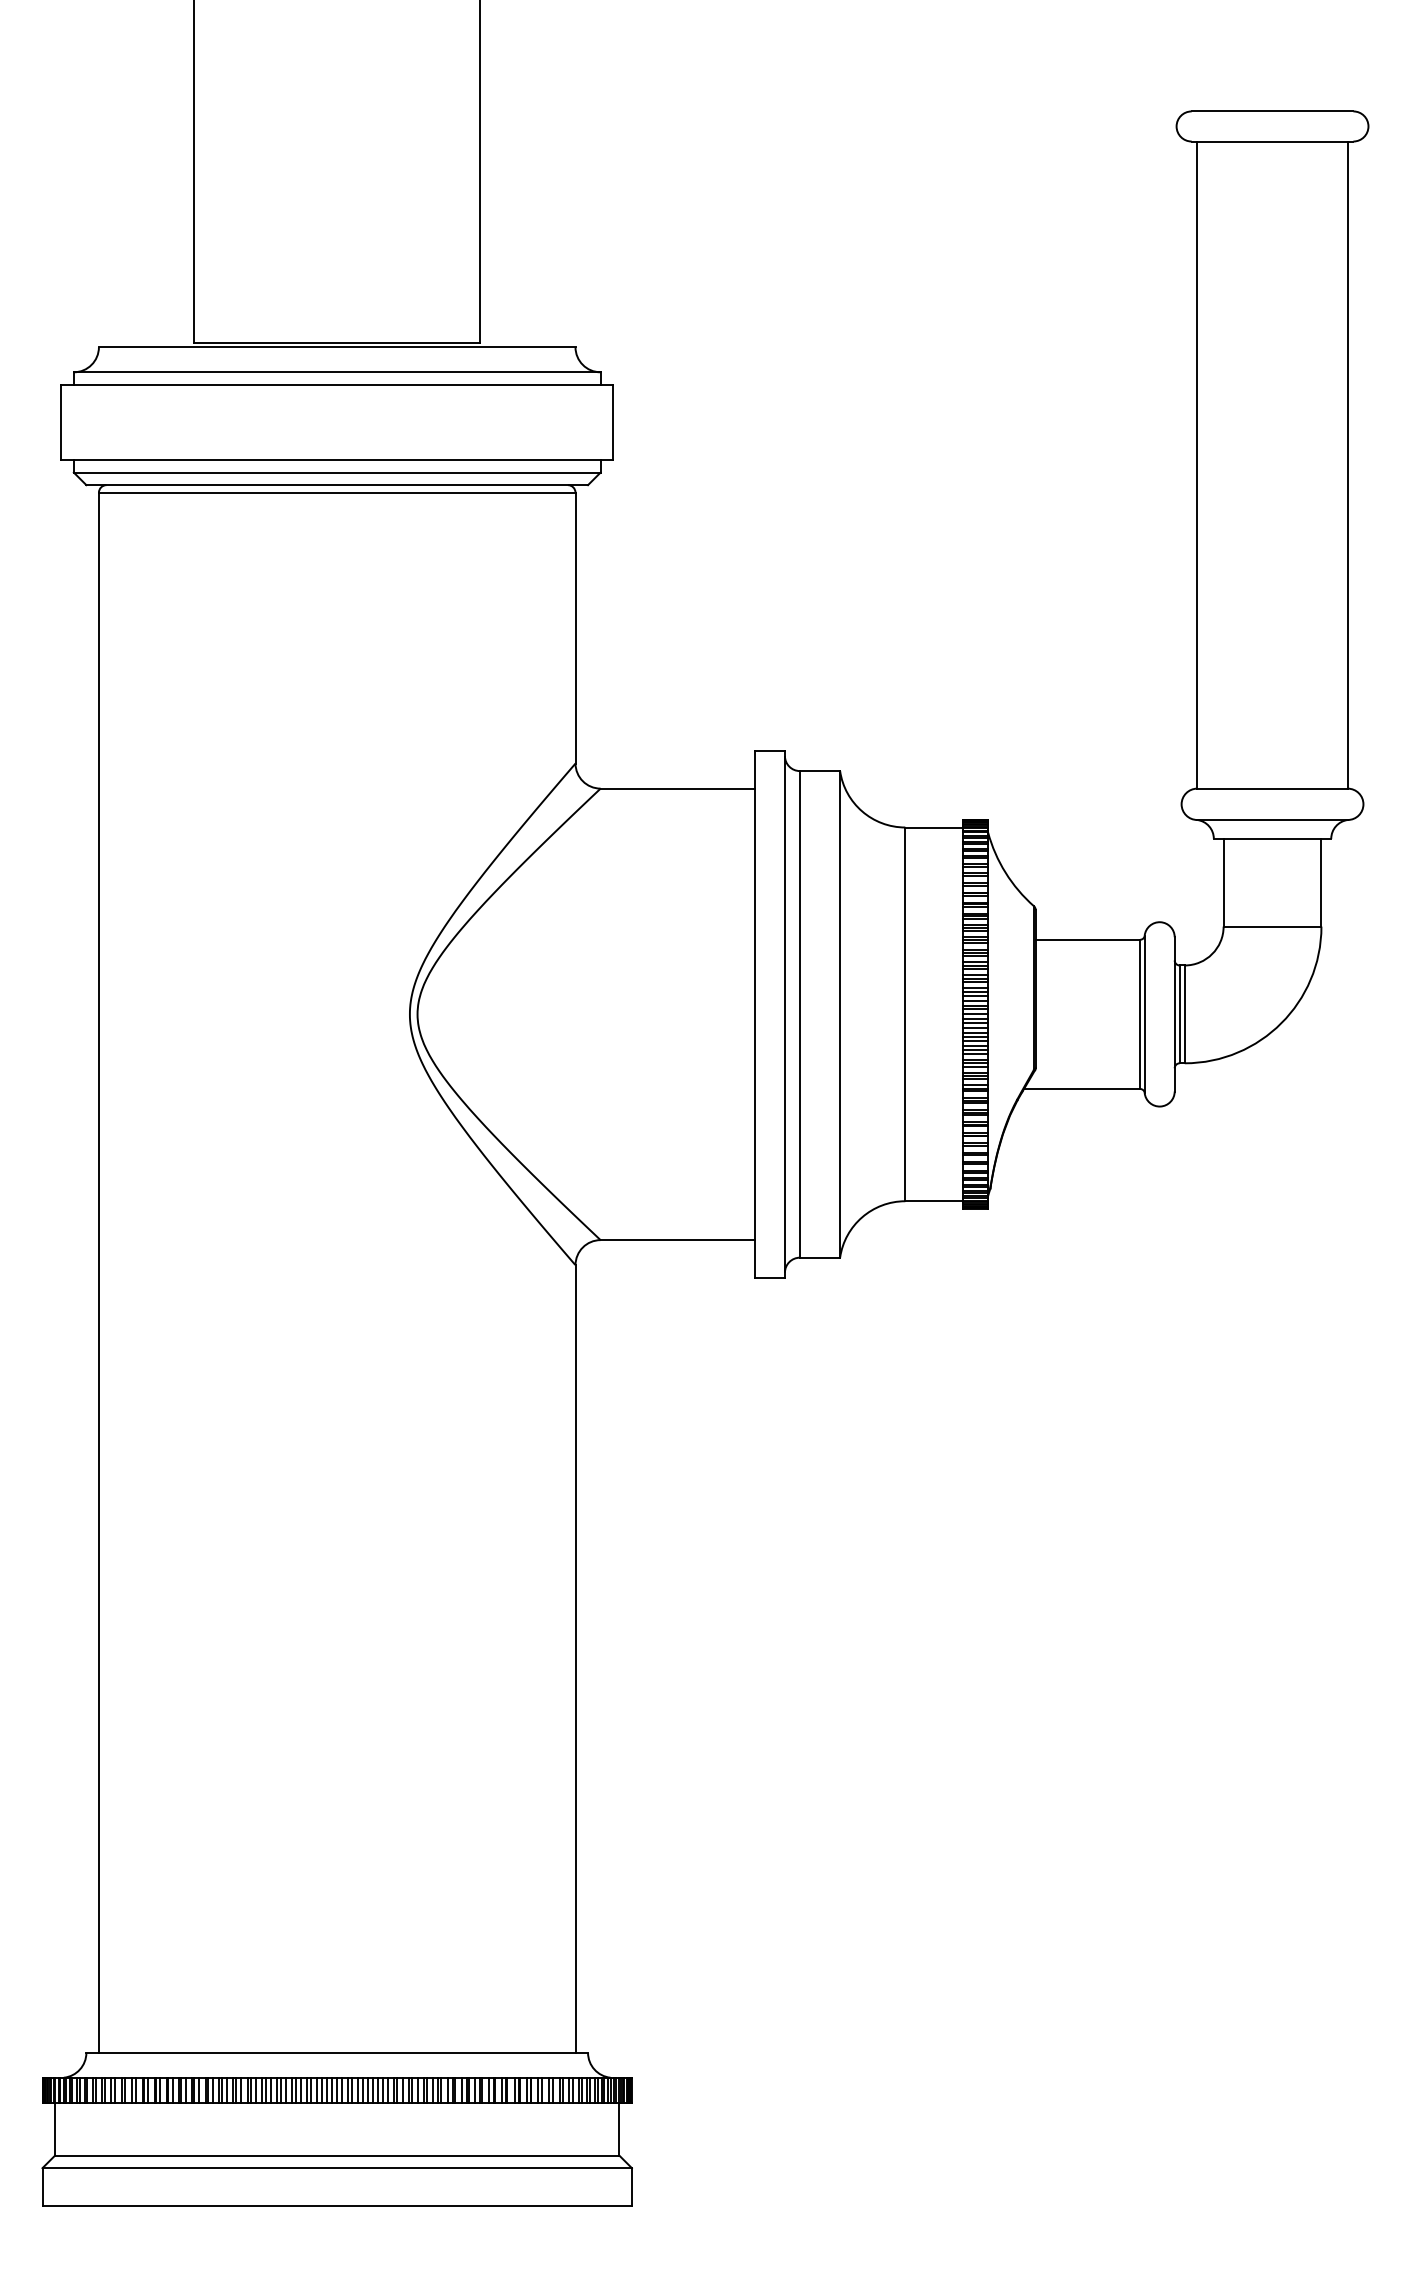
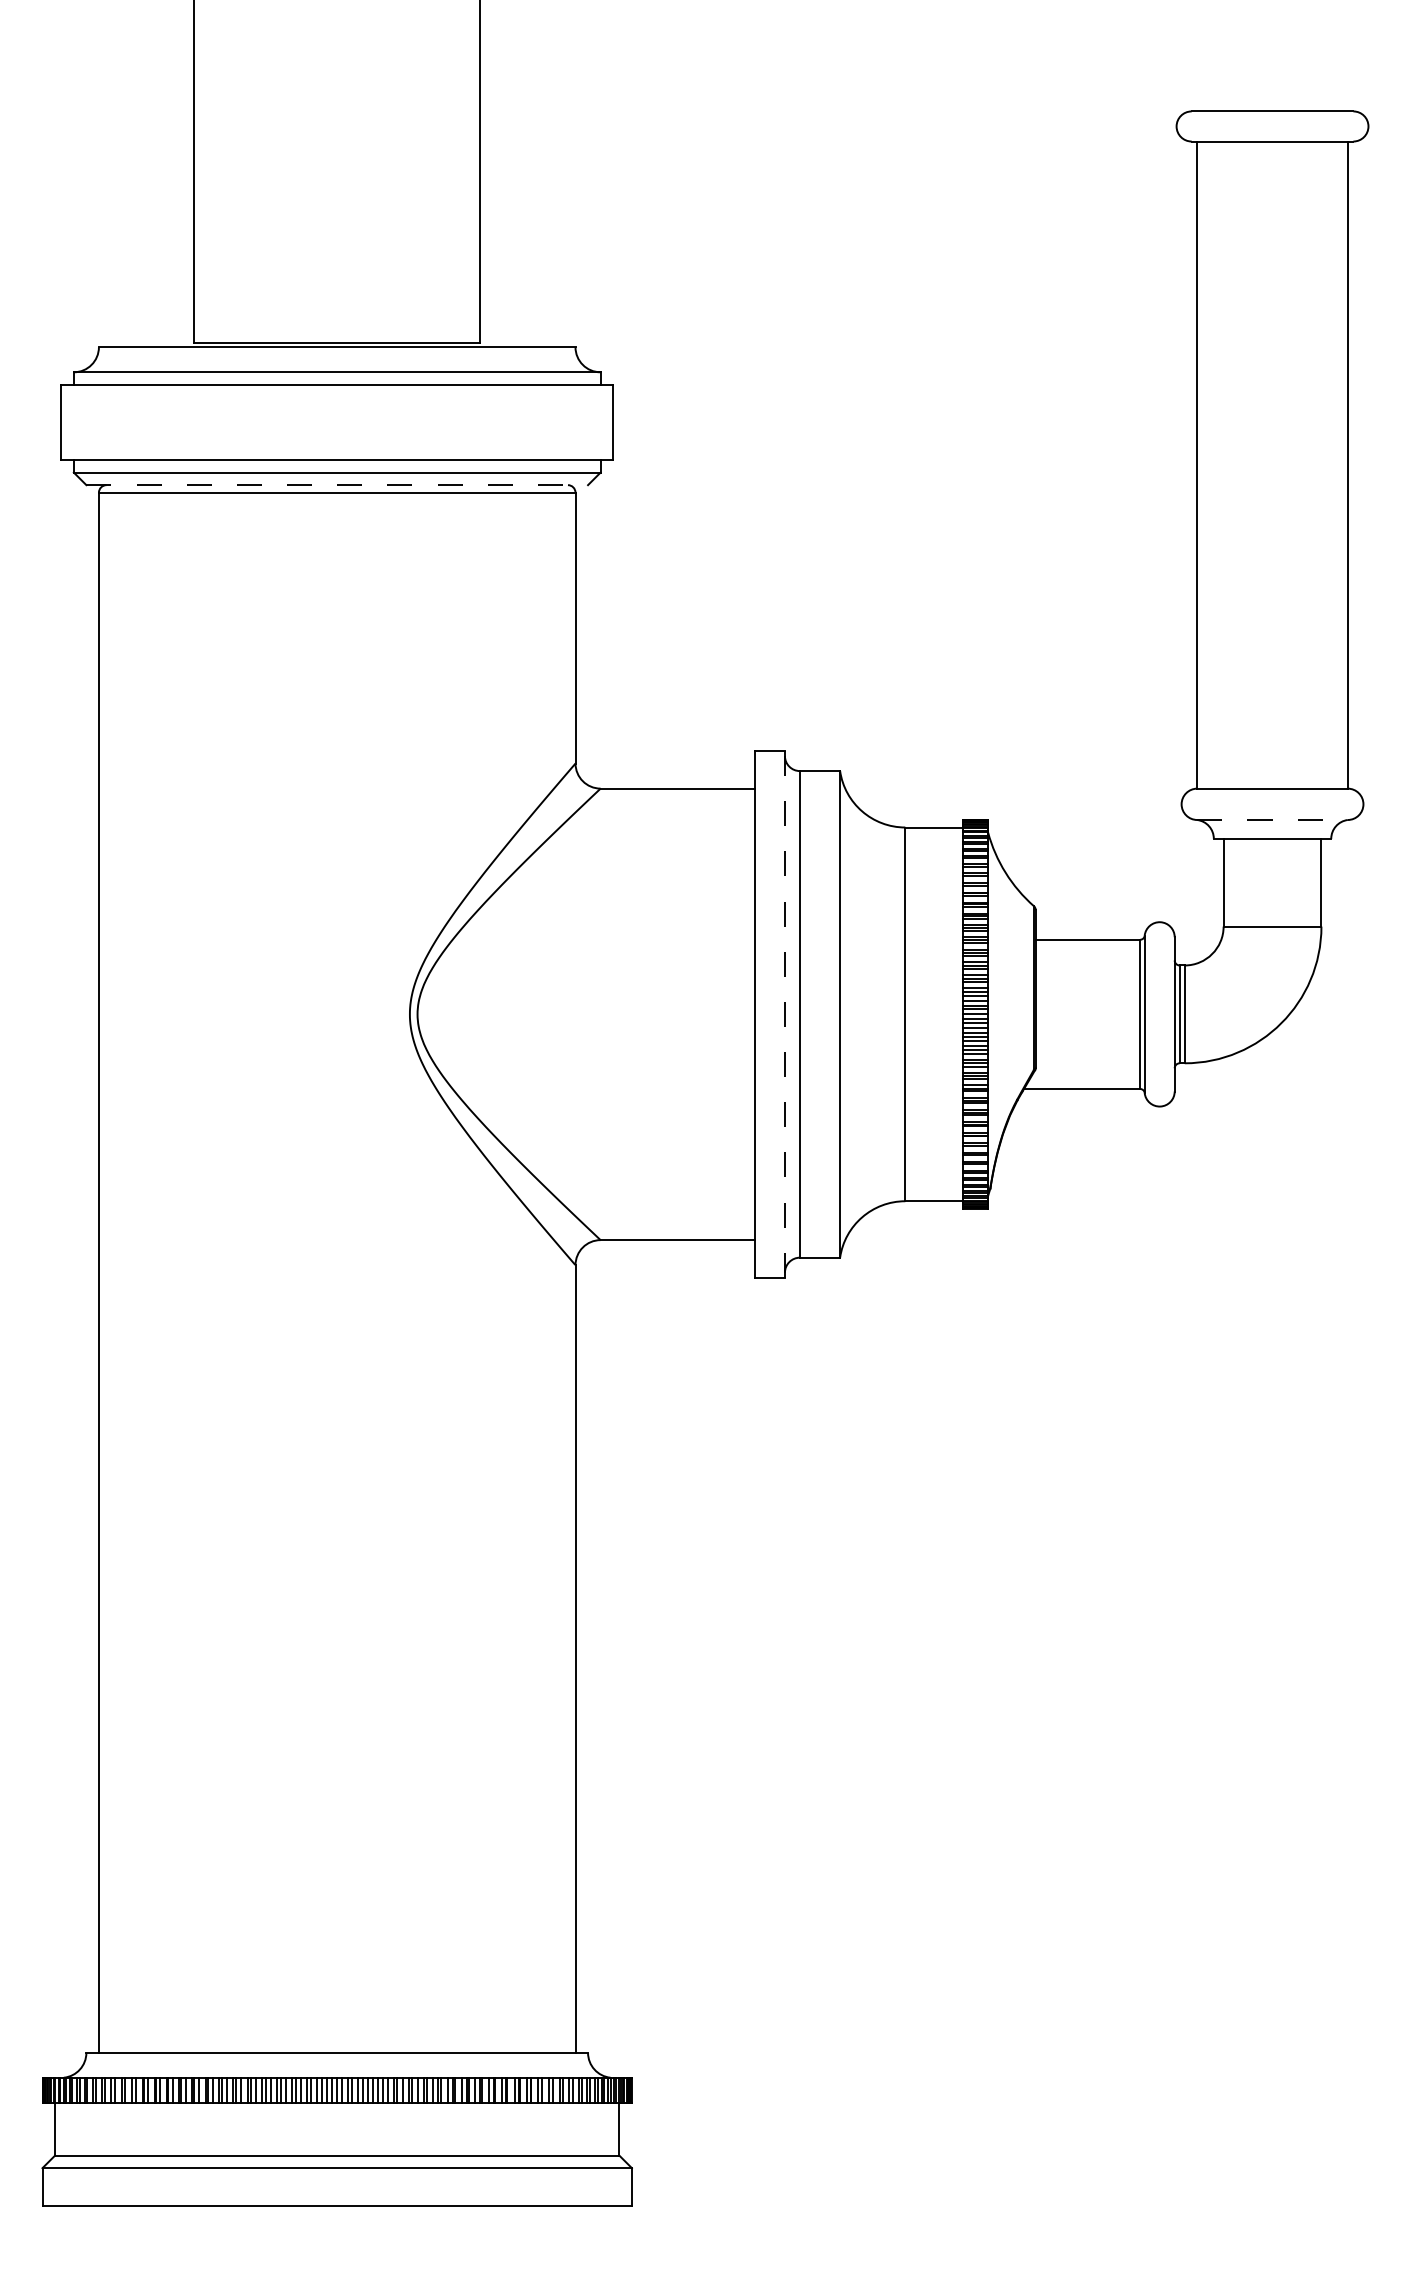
line at (337, 485): solid -> dashed
line at (1273, 820): solid -> dashed
line at (784, 1013): solid -> dashed
